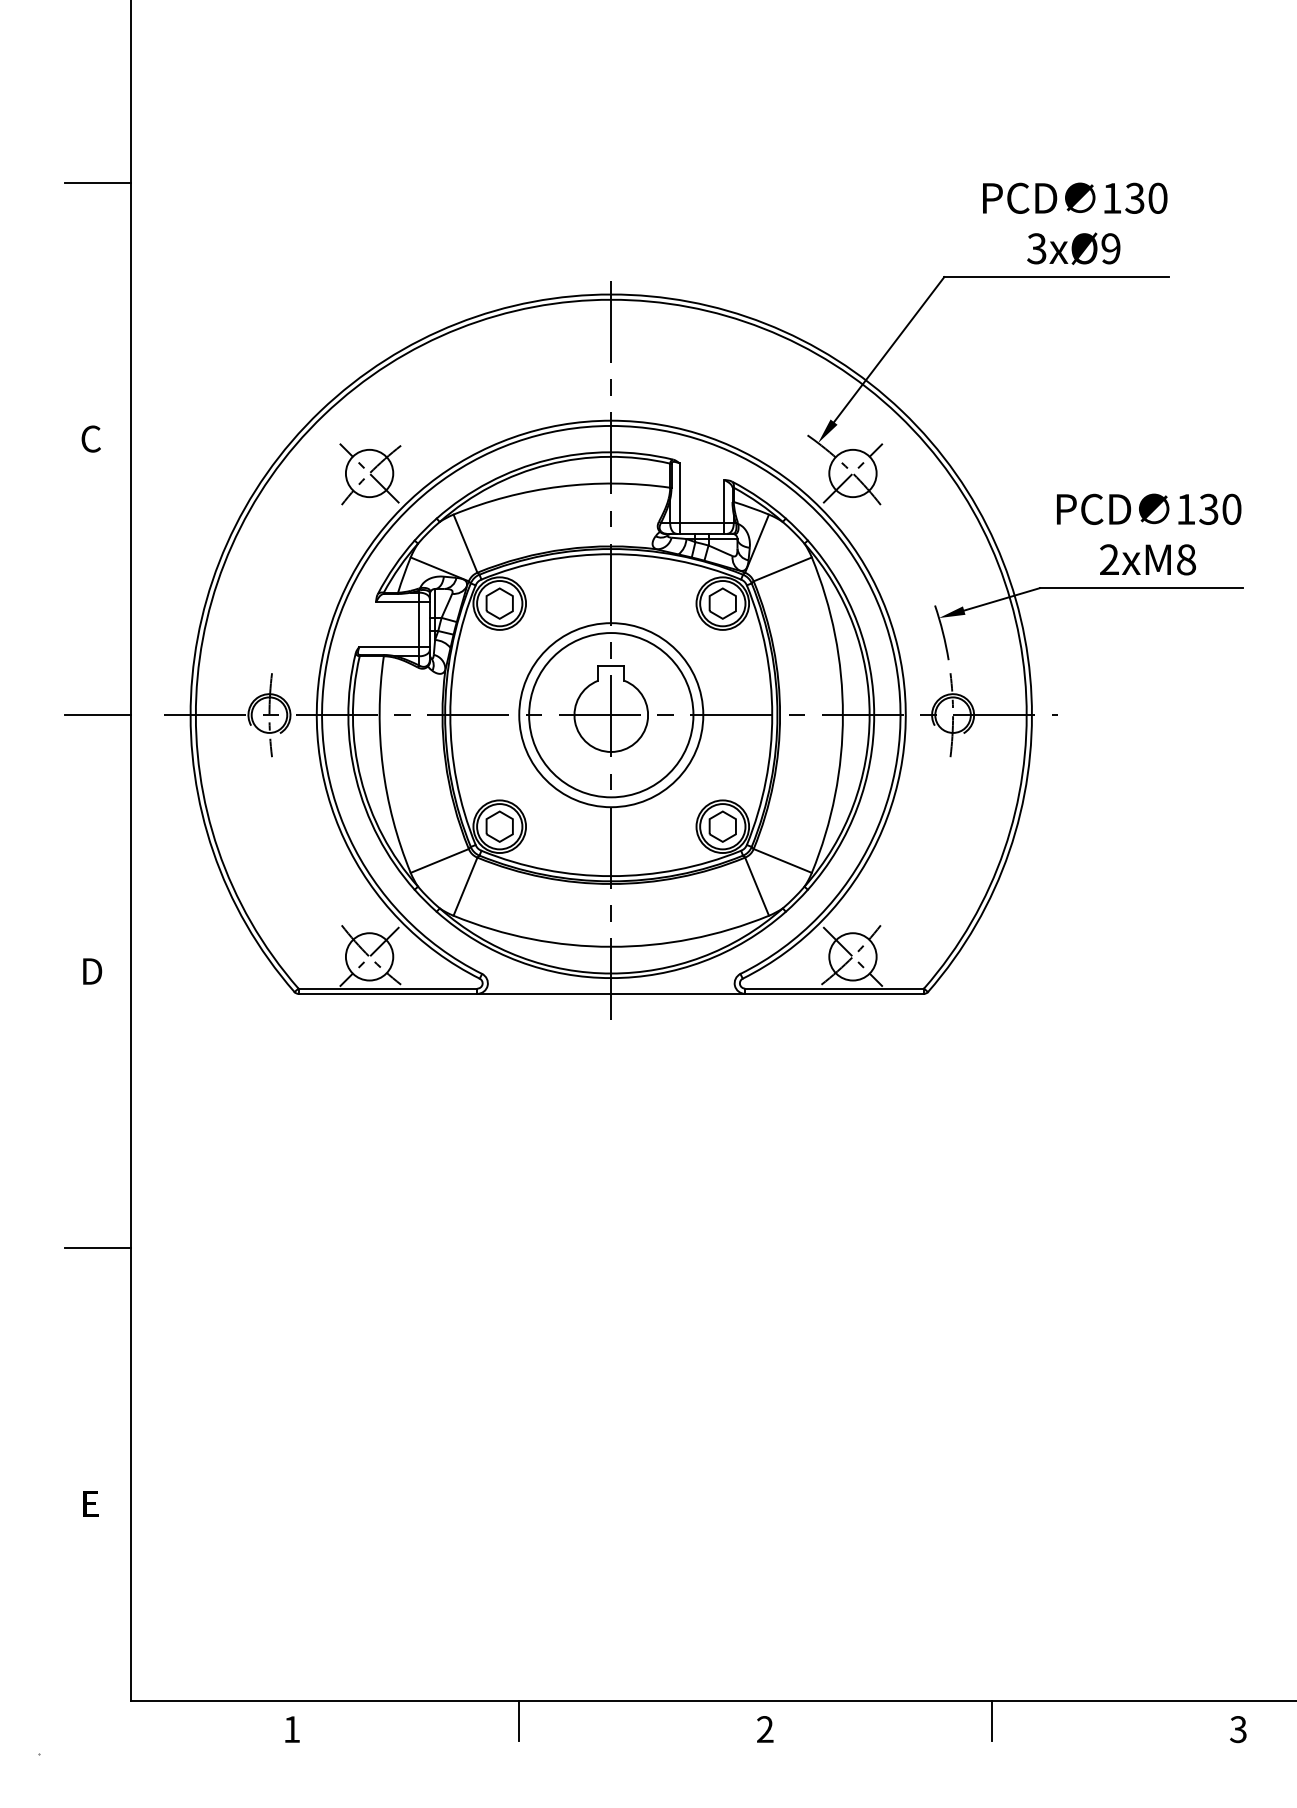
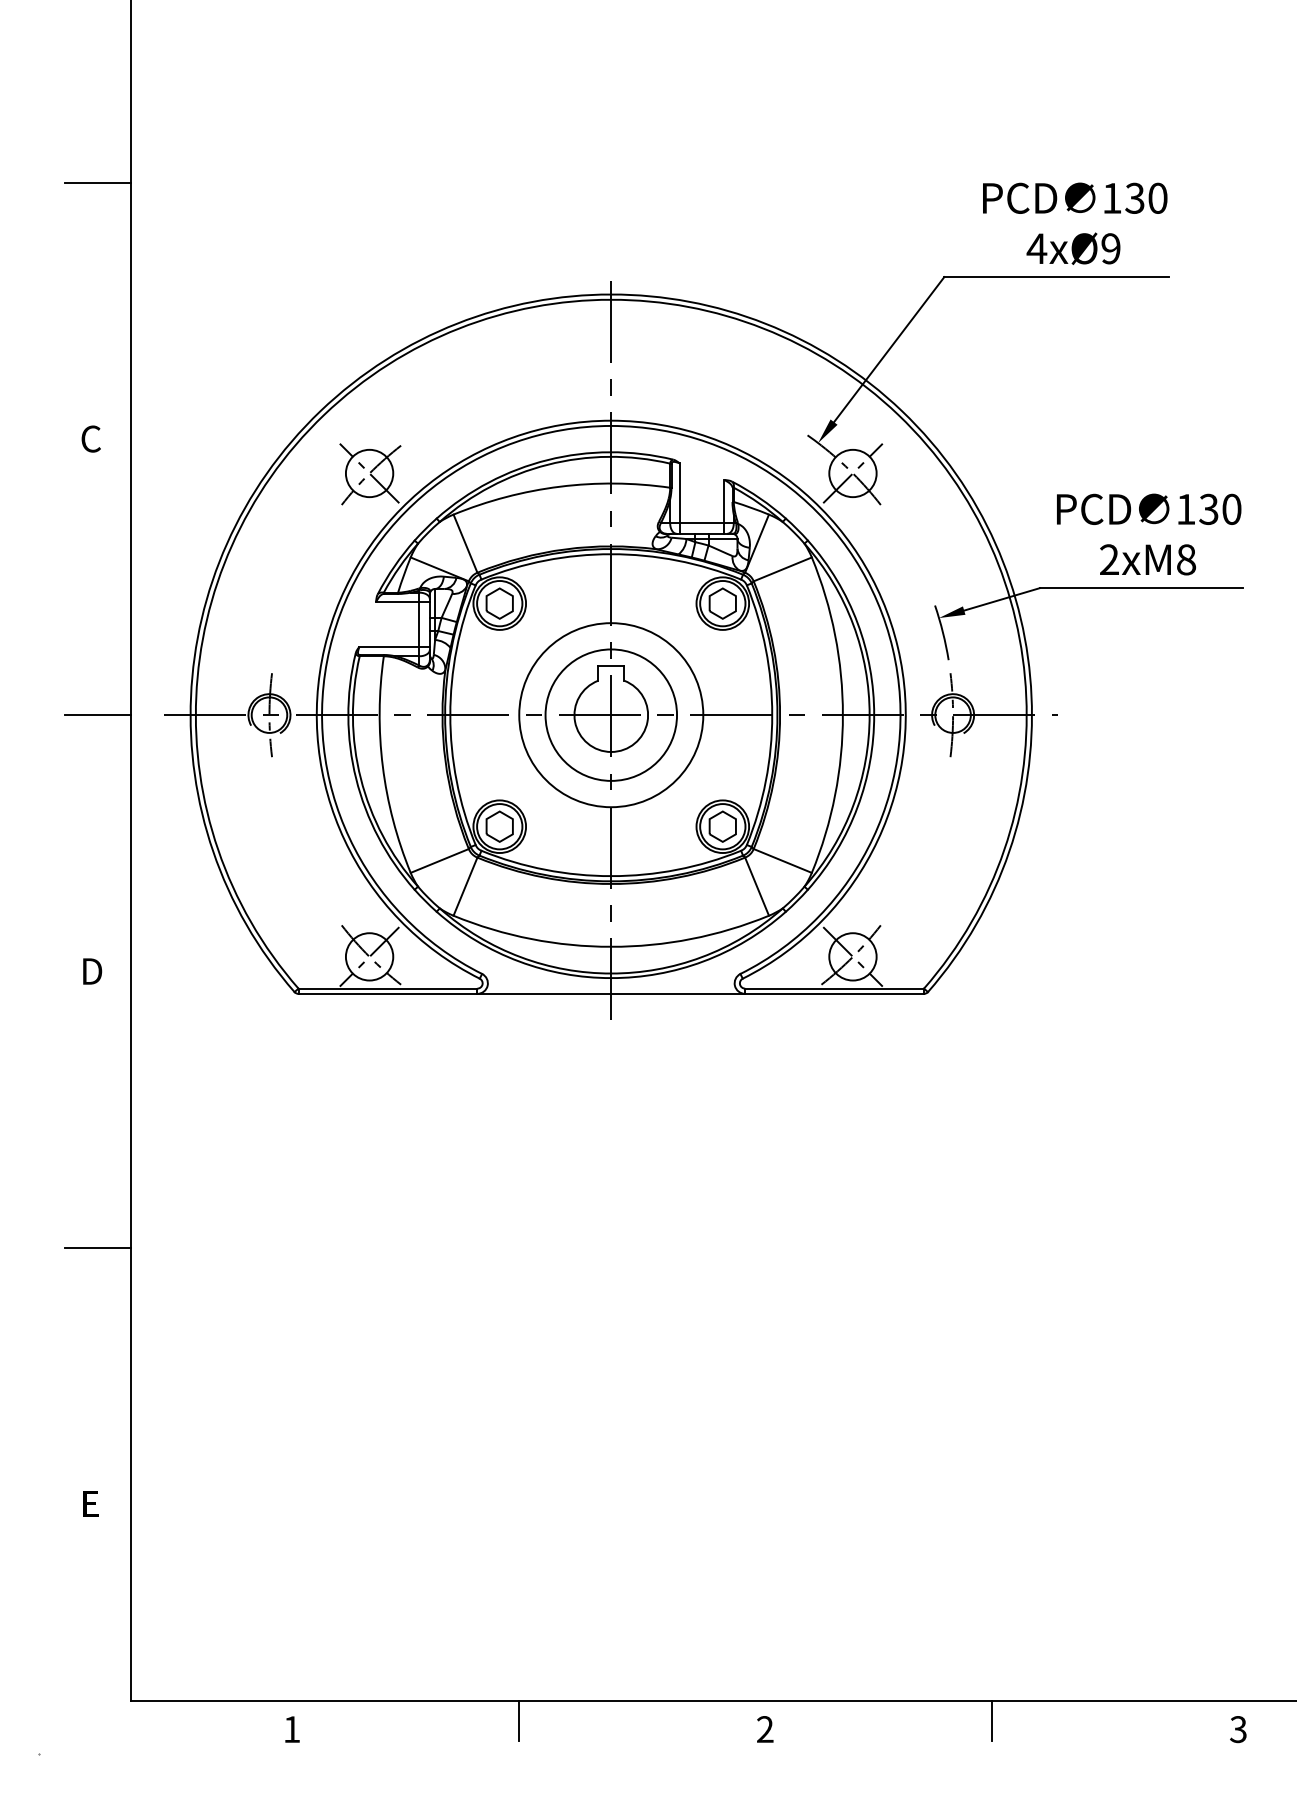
text at (1036, 248): 3xØ9 -> 4xØ9
circle at (611, 715) diameter: 164 px -> 131 px
